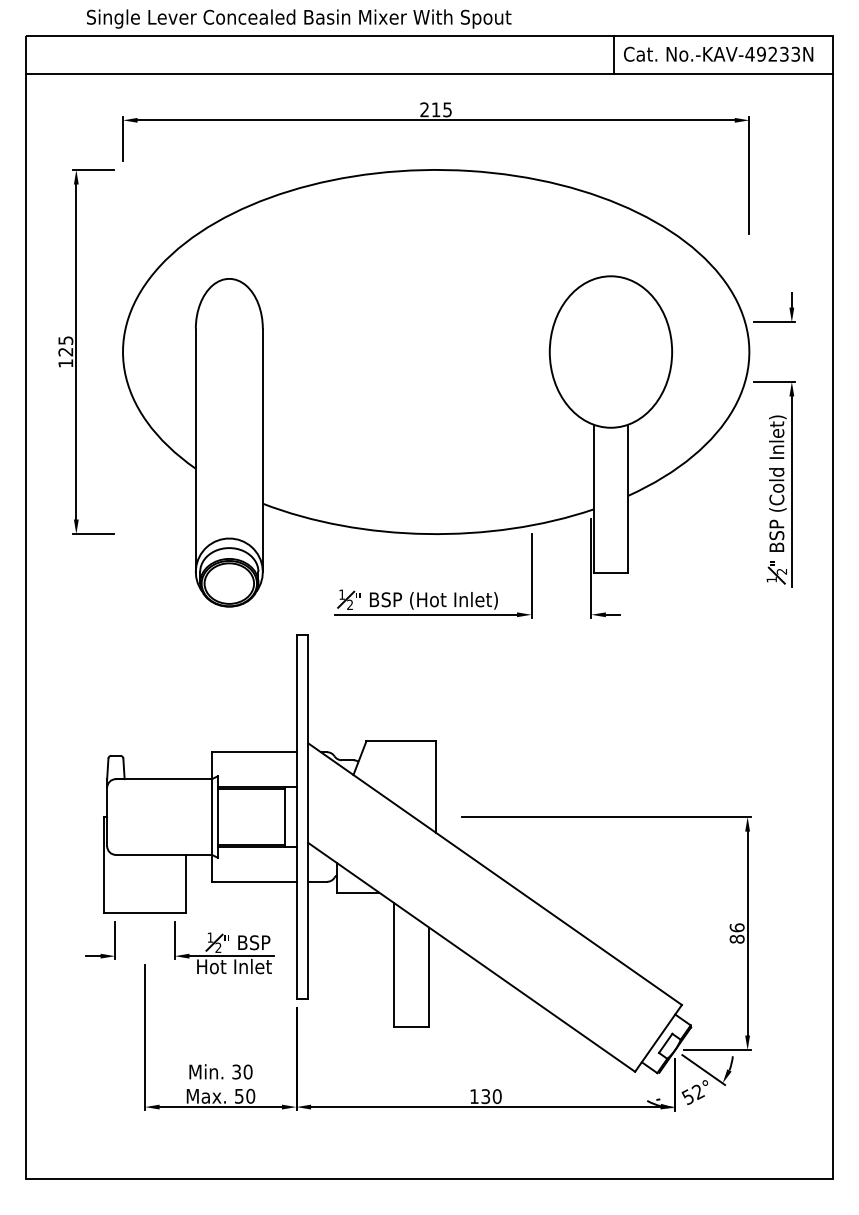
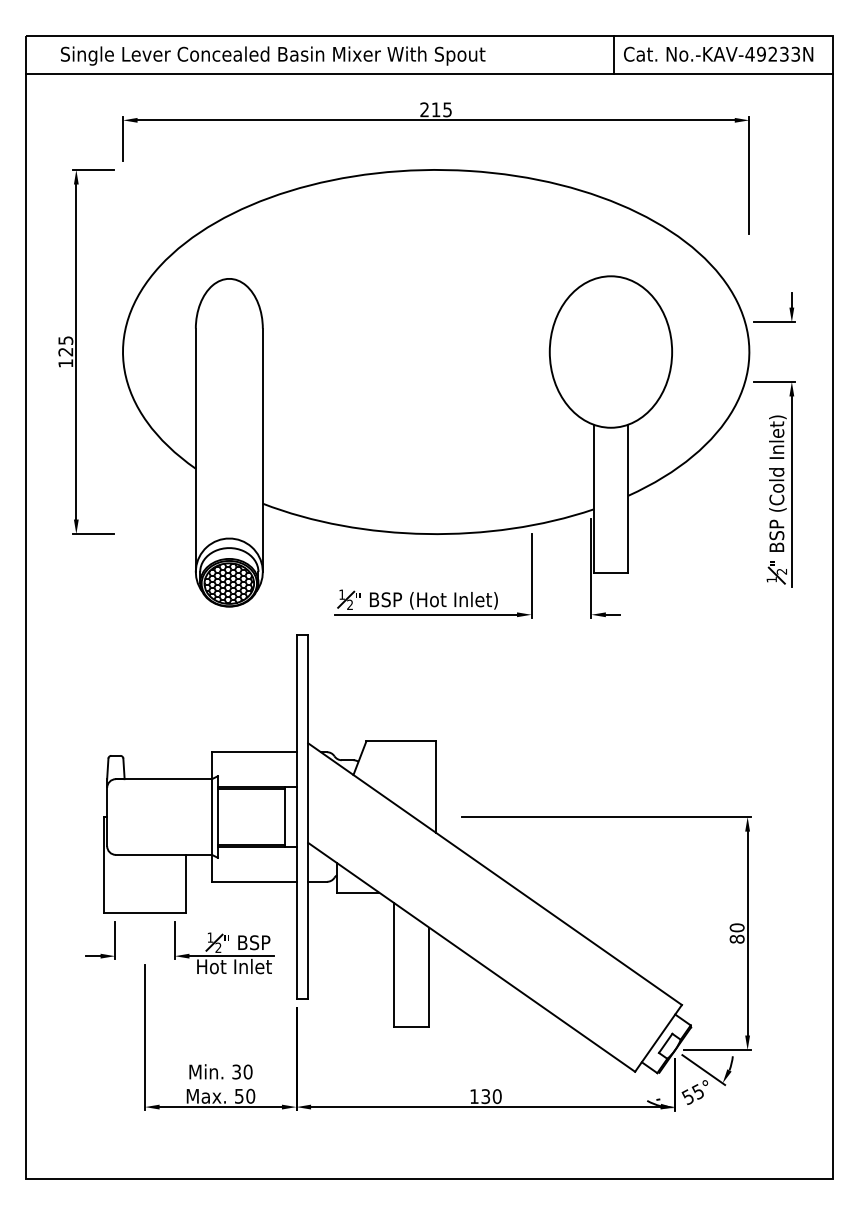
text at (299, 18) position: (299, 18) -> (273, 55)
hatch at (228, 583): none -> present
text at (736, 927): 86 -> 80
text at (697, 1091): 52° -> 55°
